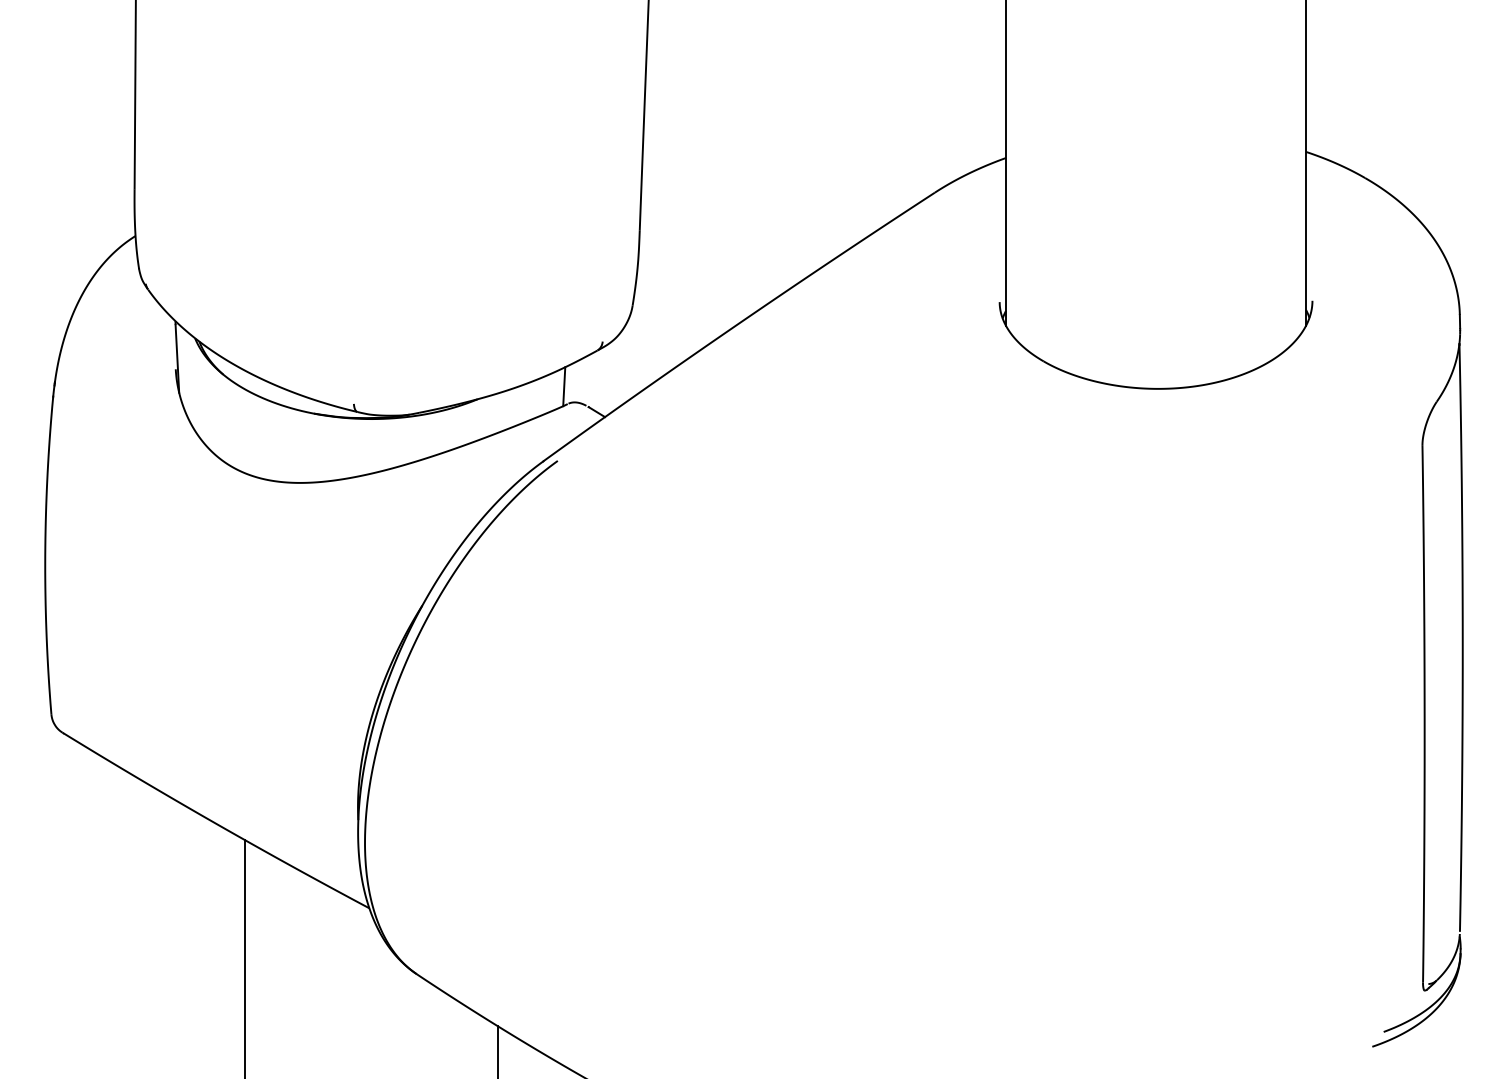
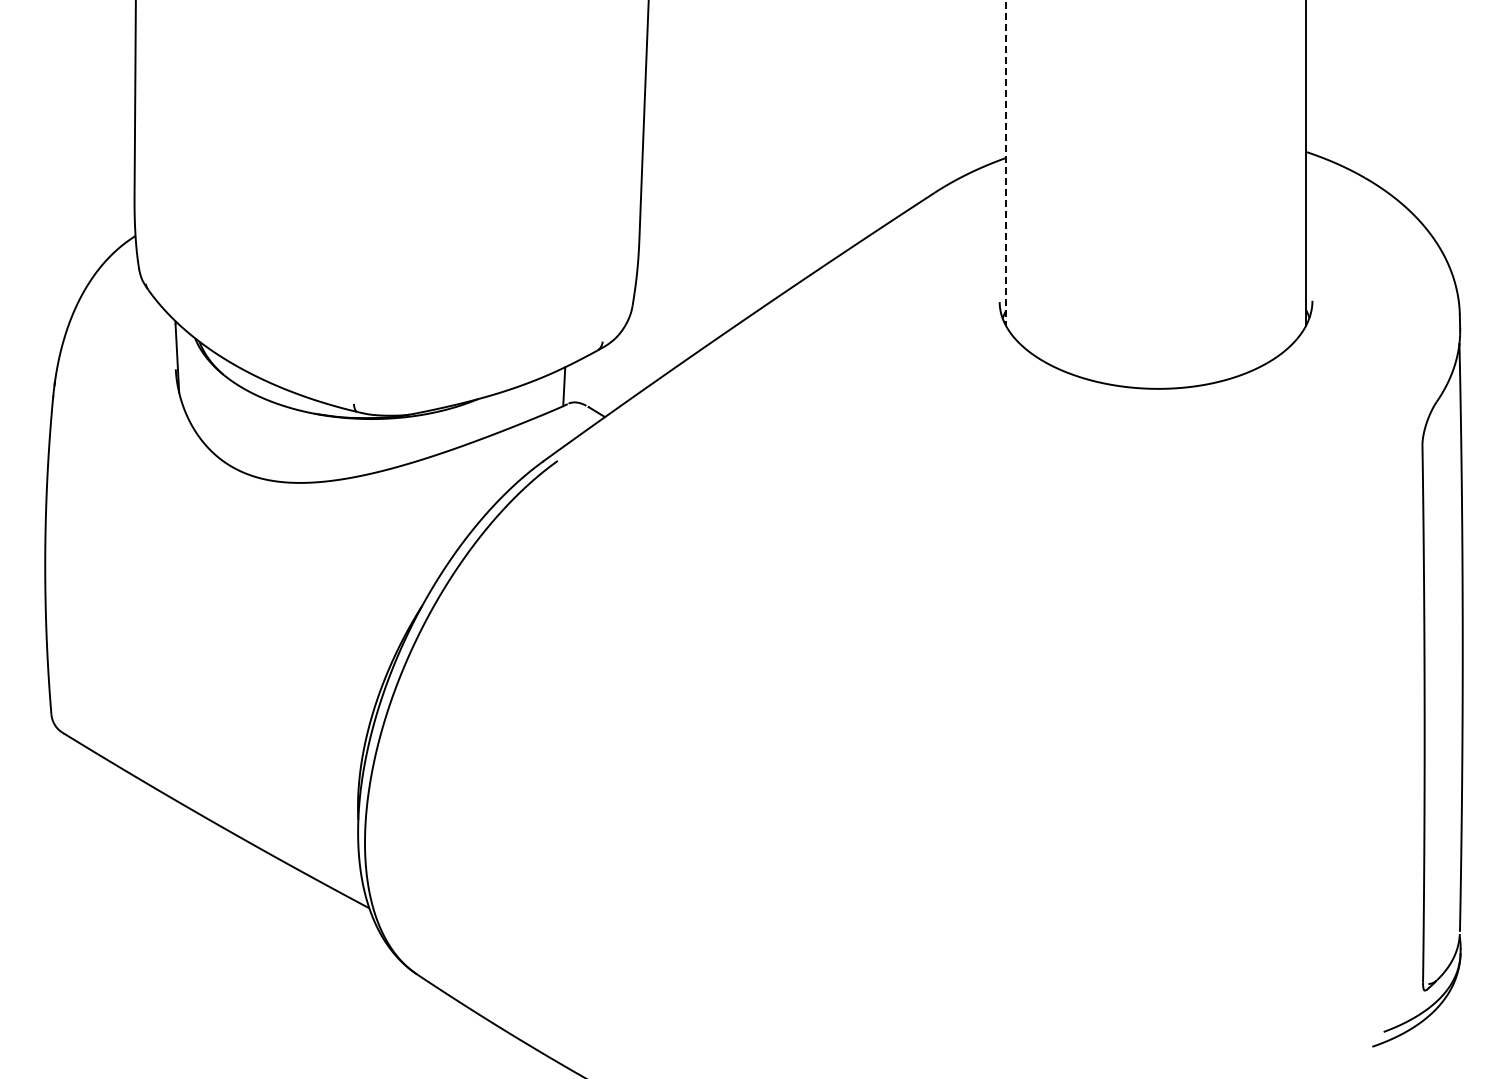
line at (1006, 163): solid -> dashed
line at (245, 957): present -> none
line at (498, 1050): present -> none
